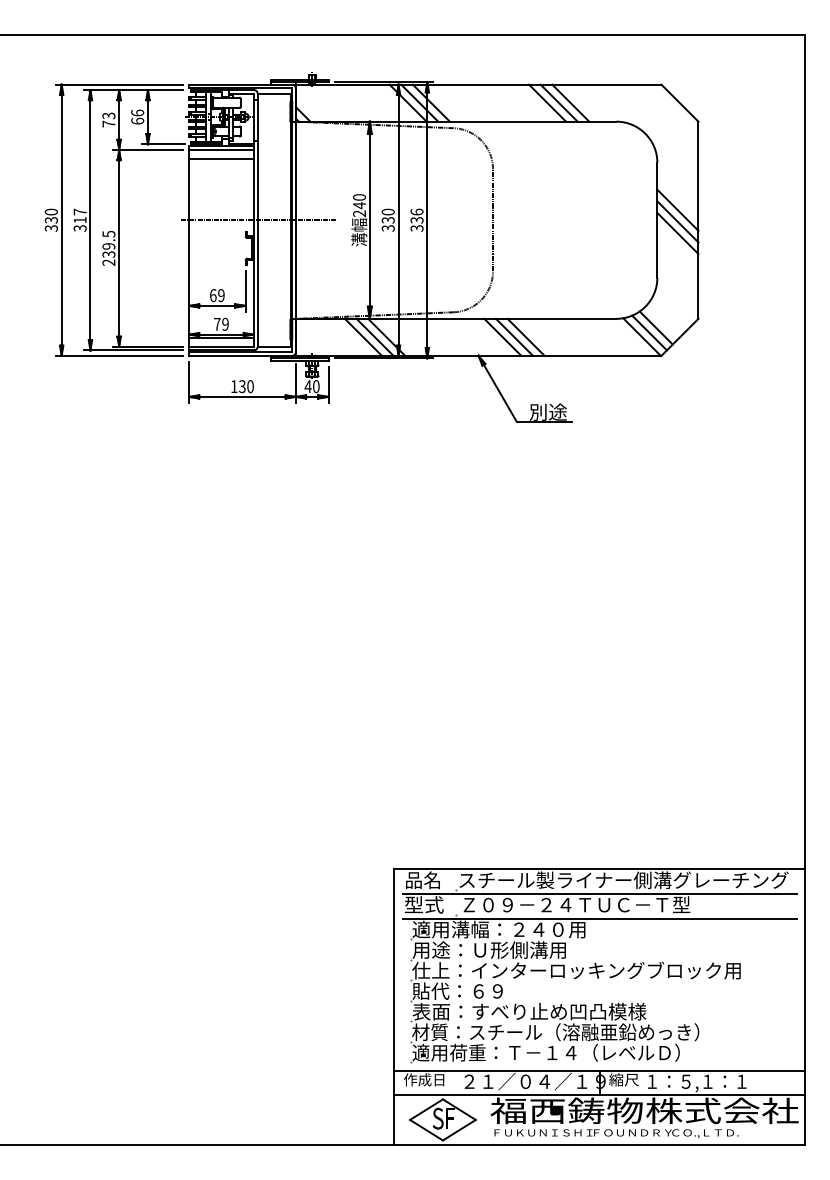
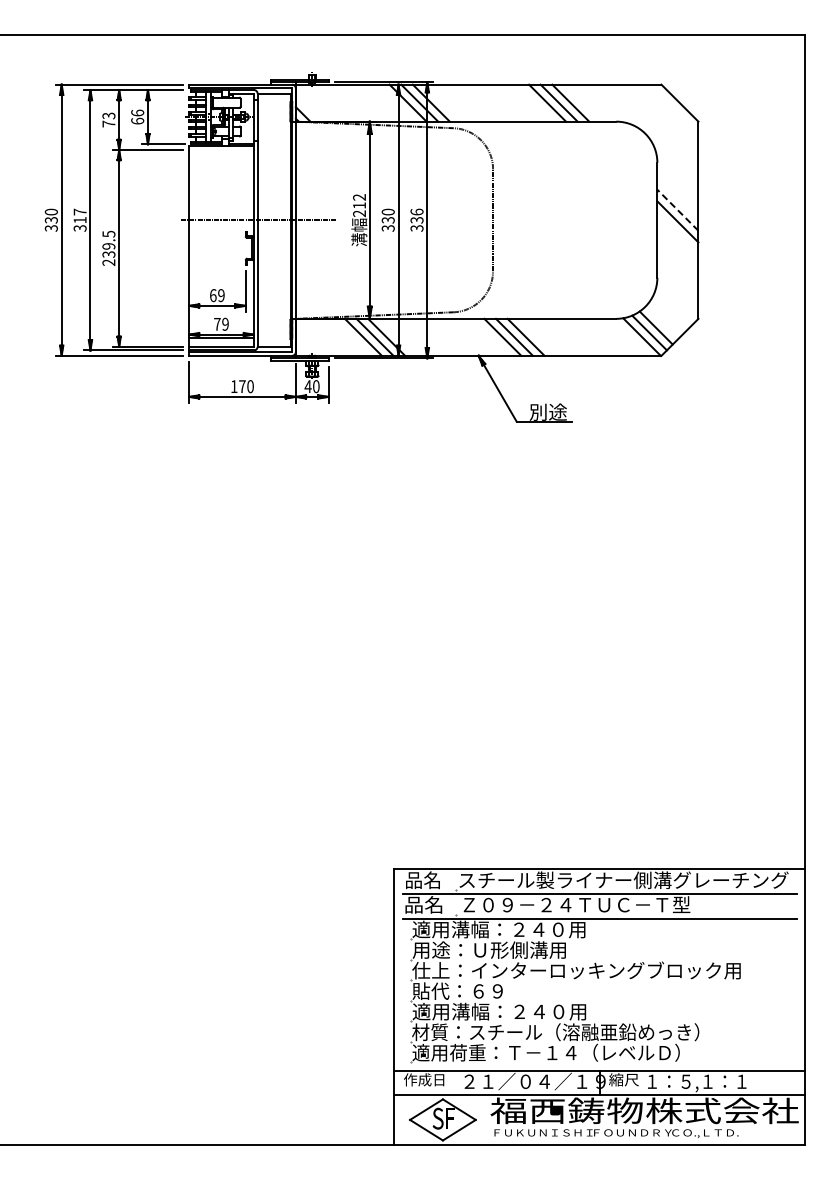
line at (221, 150): present -> none
line at (221, 158): present -> none
text at (359, 201): 240 -> 212
line at (677, 209): solid -> dashed
line at (677, 233): present -> none
text at (242, 386): 130 -> 170
text at (423, 904): 型式 -> 品名
text at (529, 1011): 表面：すべり止め凹凸模様 -> 適用溝幅：２４０用
